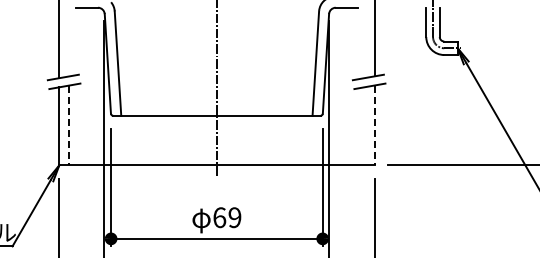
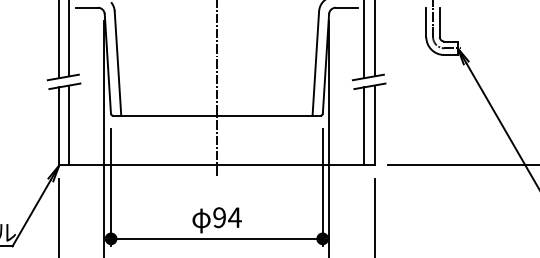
line at (69, 39): none -> present
line at (364, 40): none -> present
line at (69, 125): dashed -> solid
line at (374, 125): dashed -> solid
line at (364, 126): none -> present
text at (227, 217): 69 -> 94
